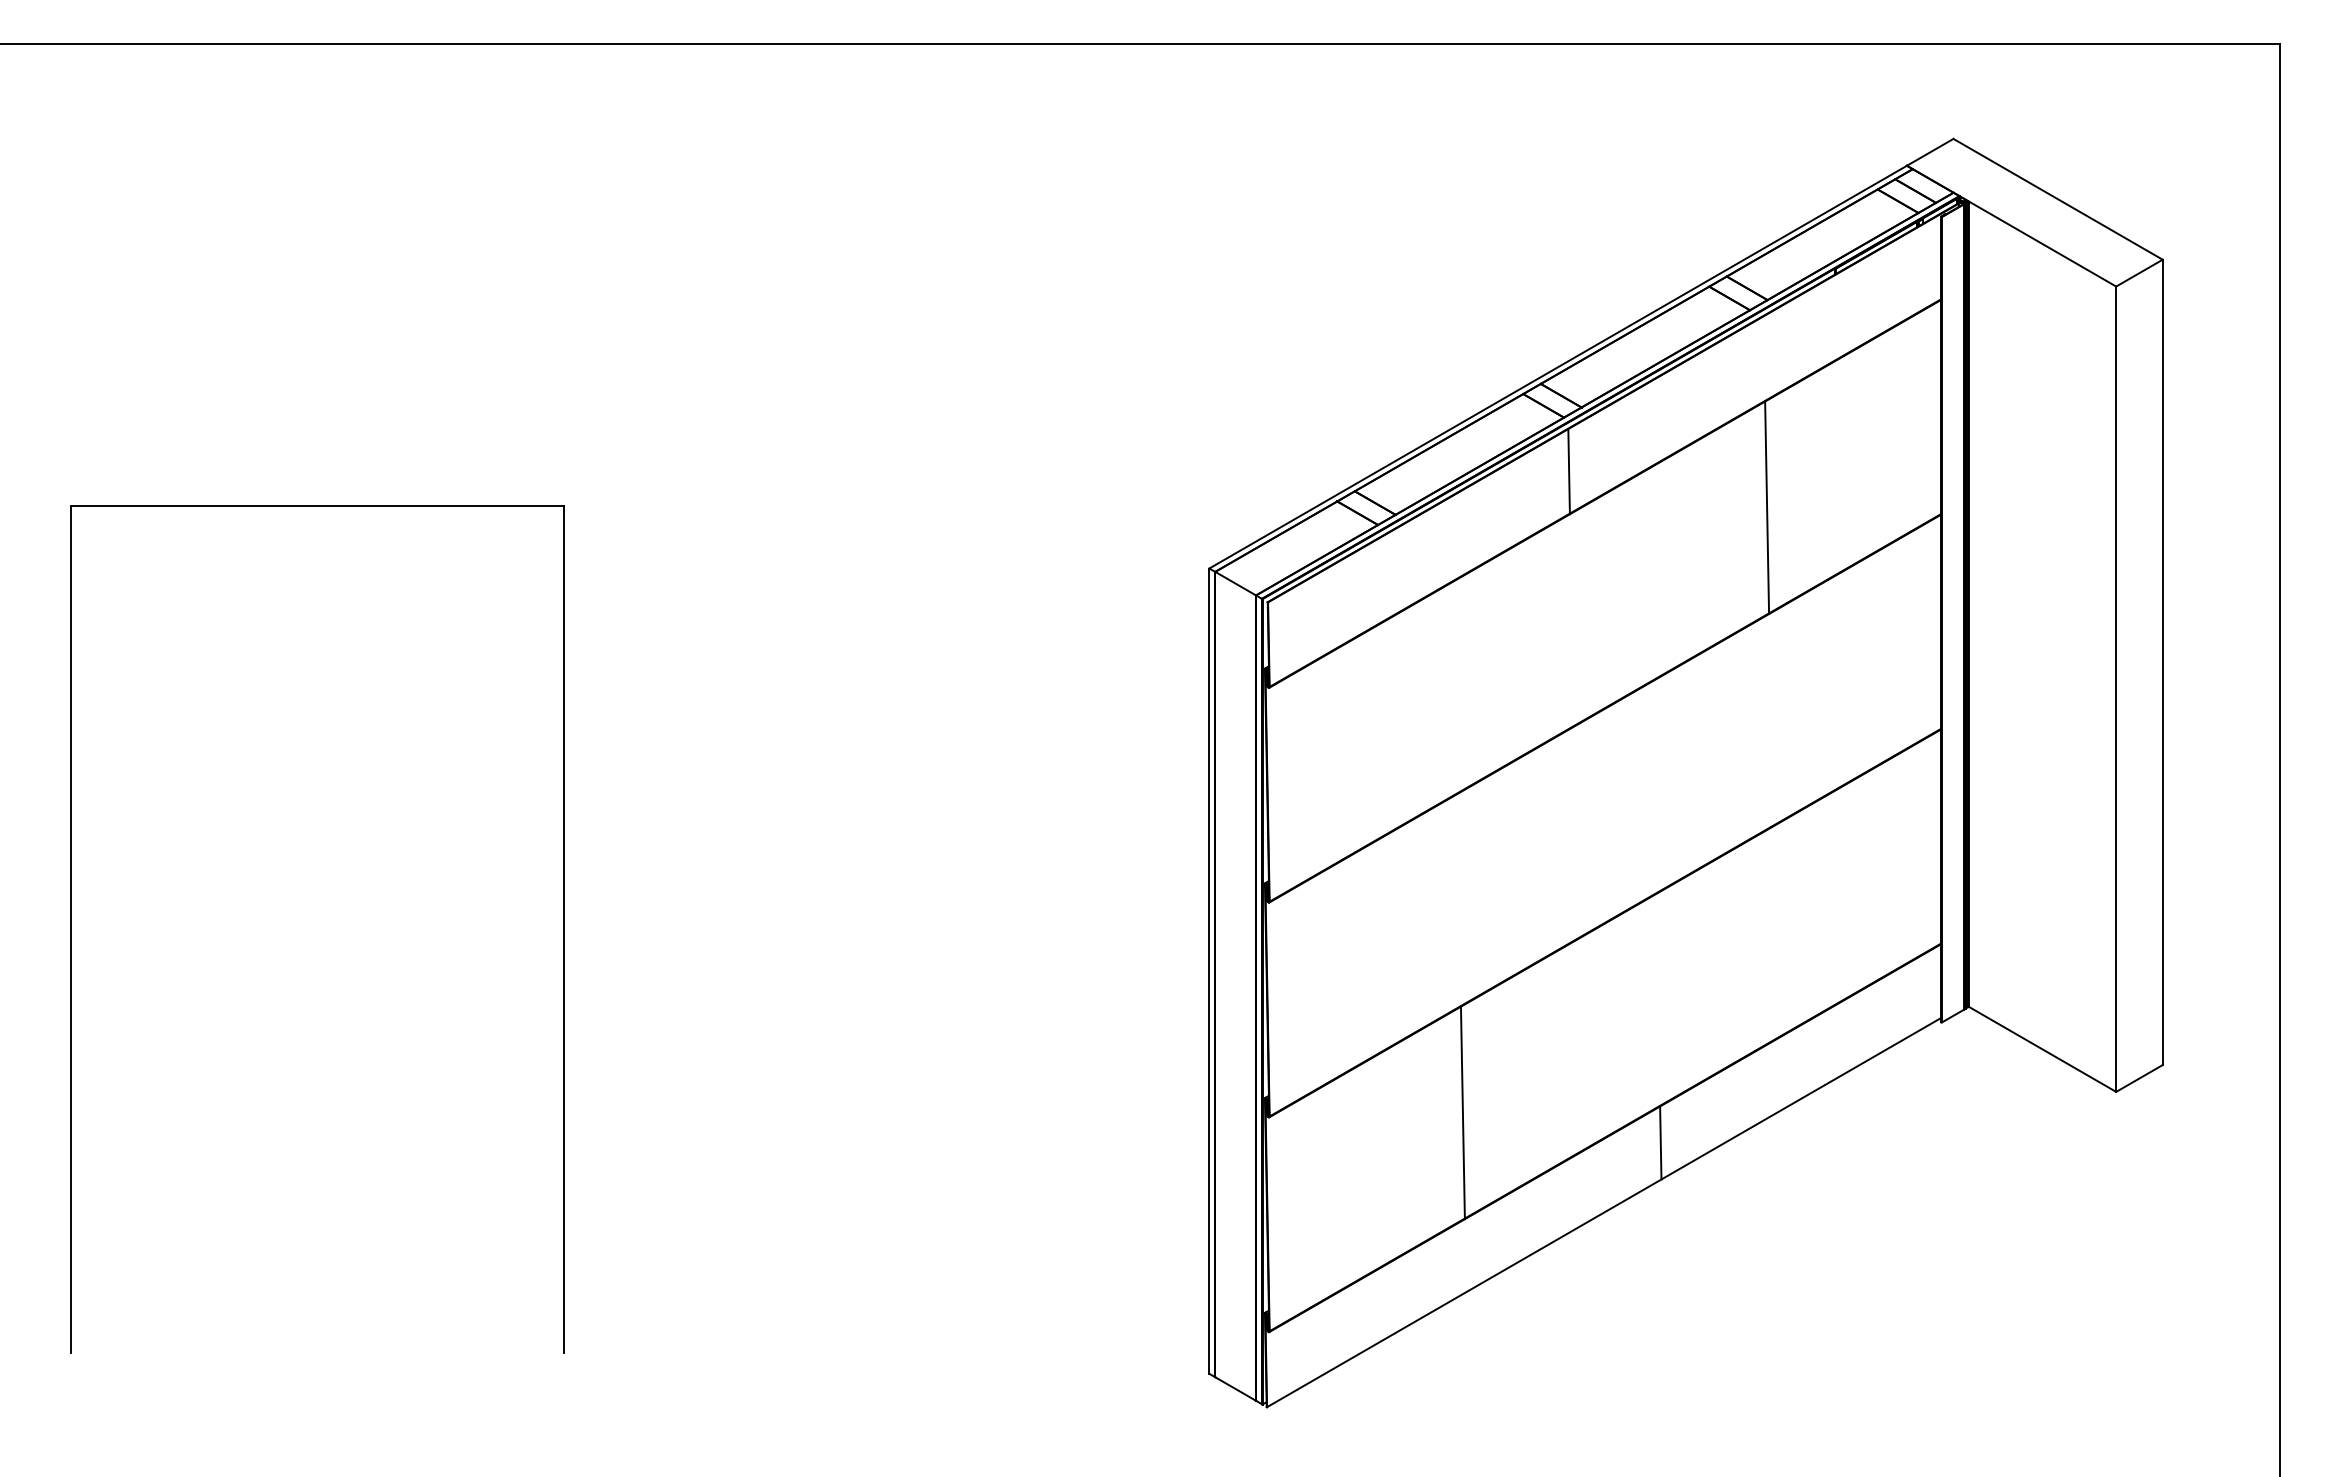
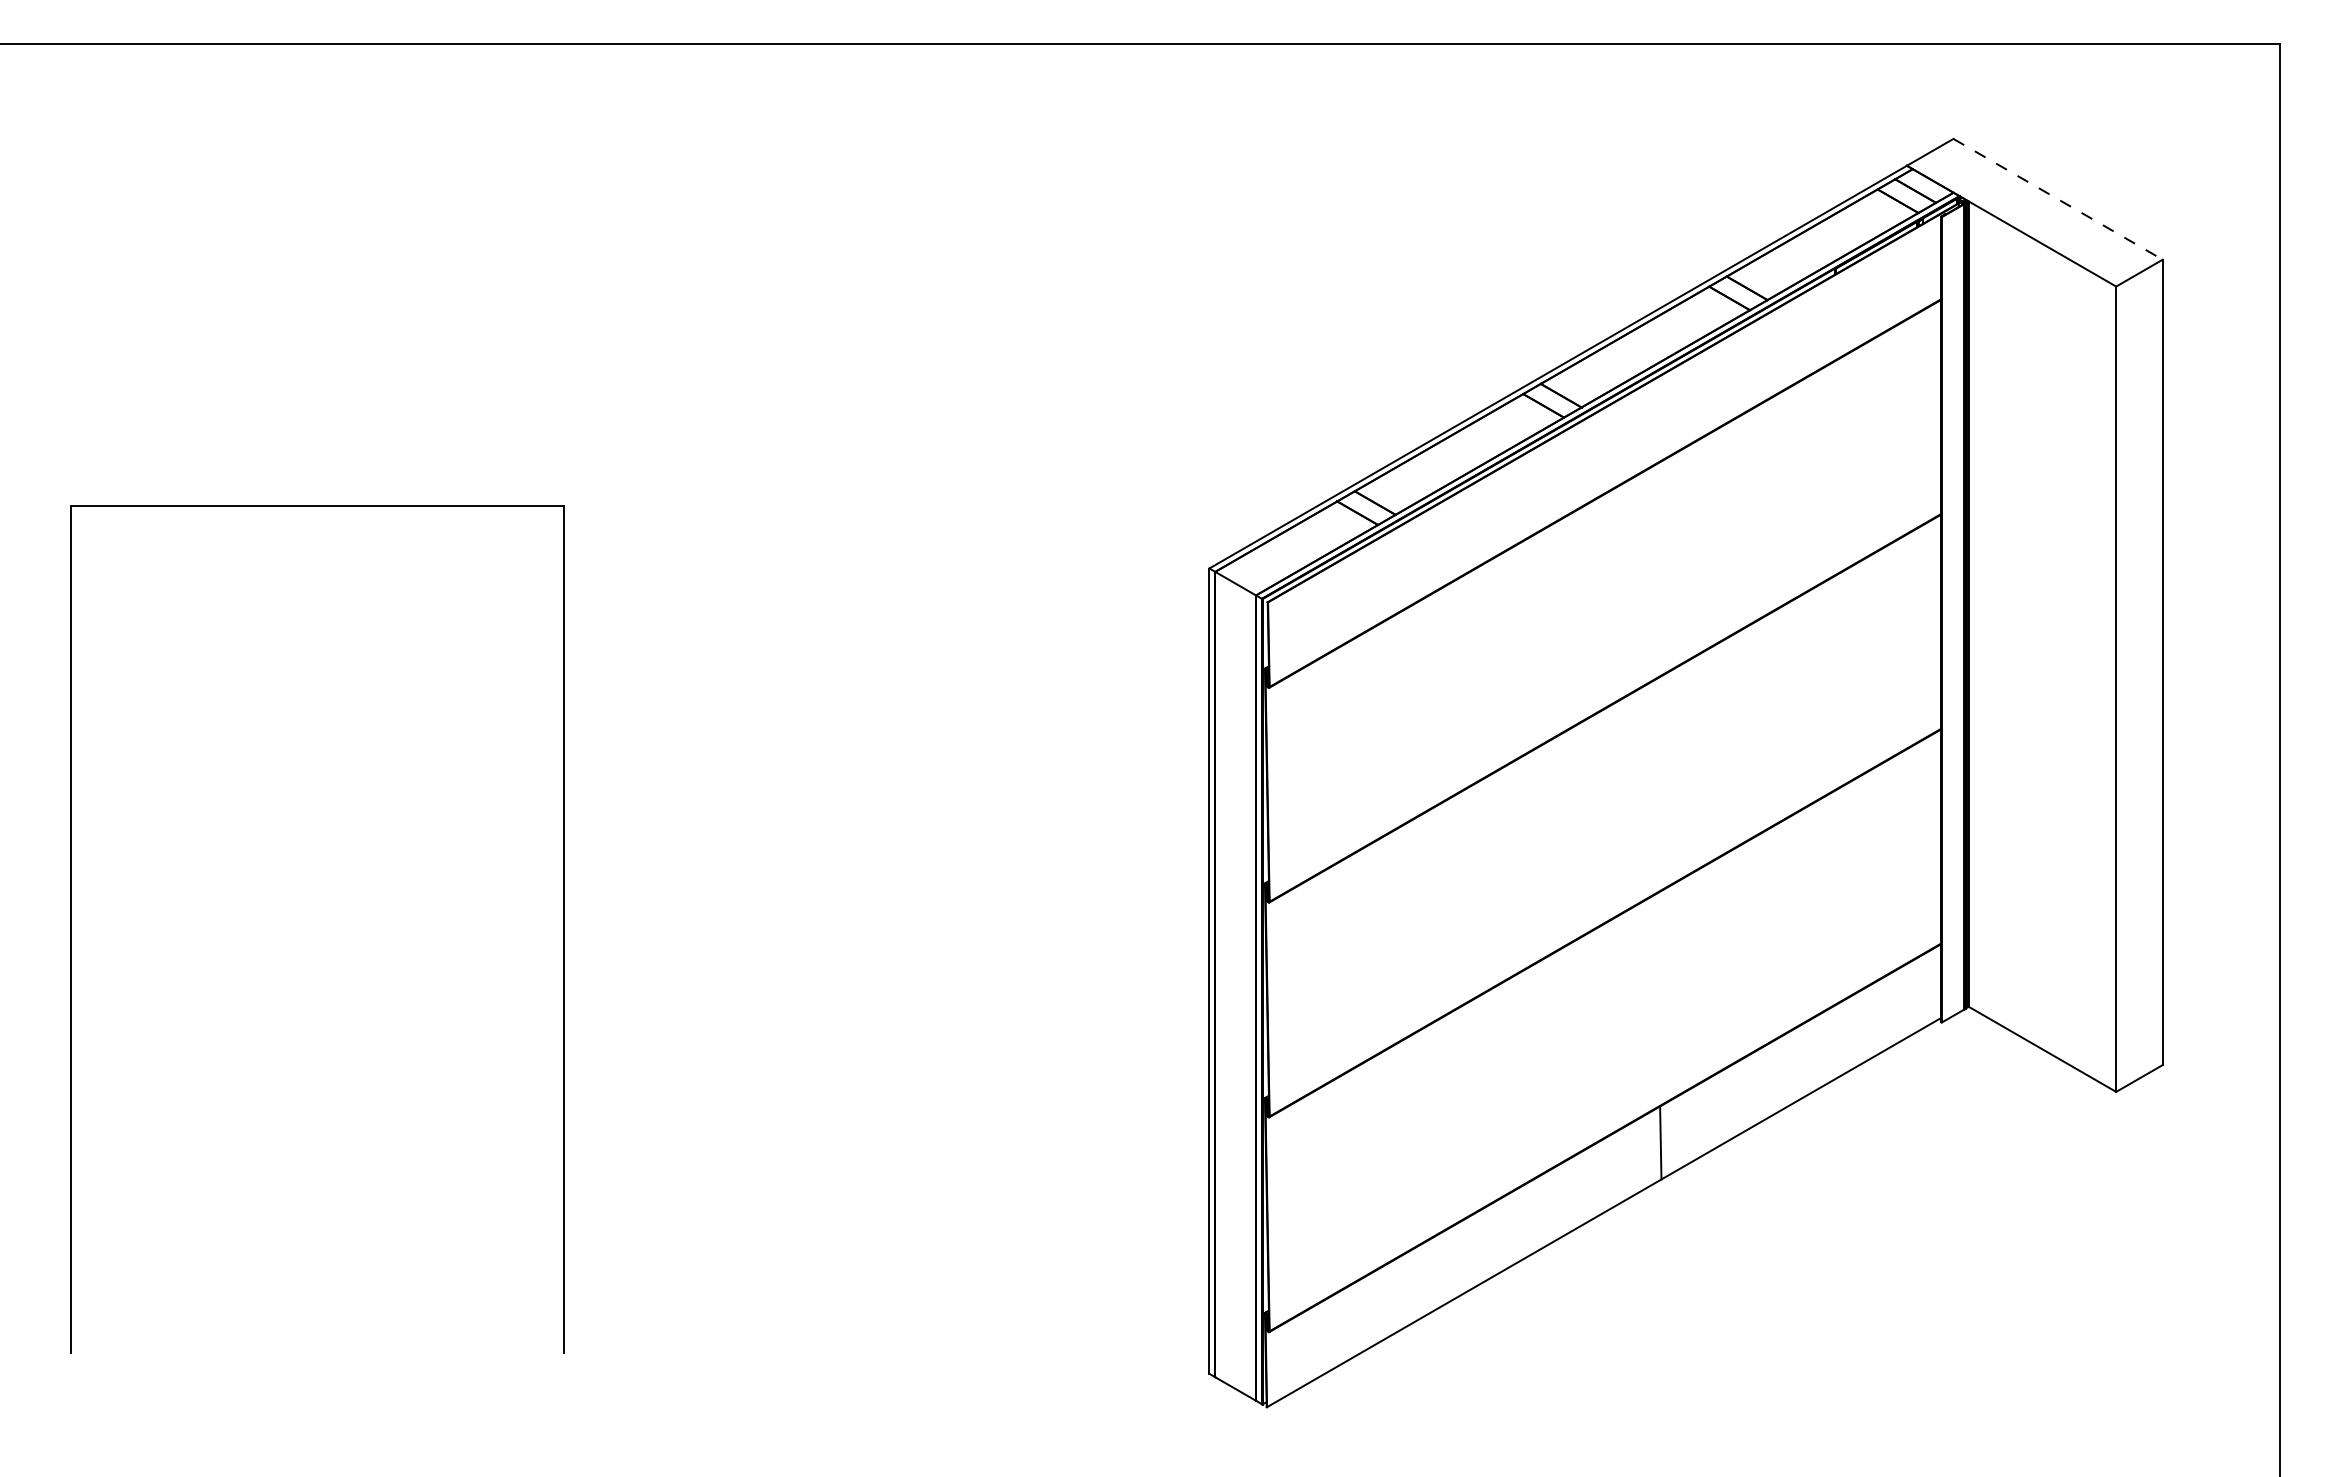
line at (2058, 199): solid -> dashed
line at (1568, 471): present -> none
line at (1767, 507): present -> none
line at (1462, 1112): present -> none
